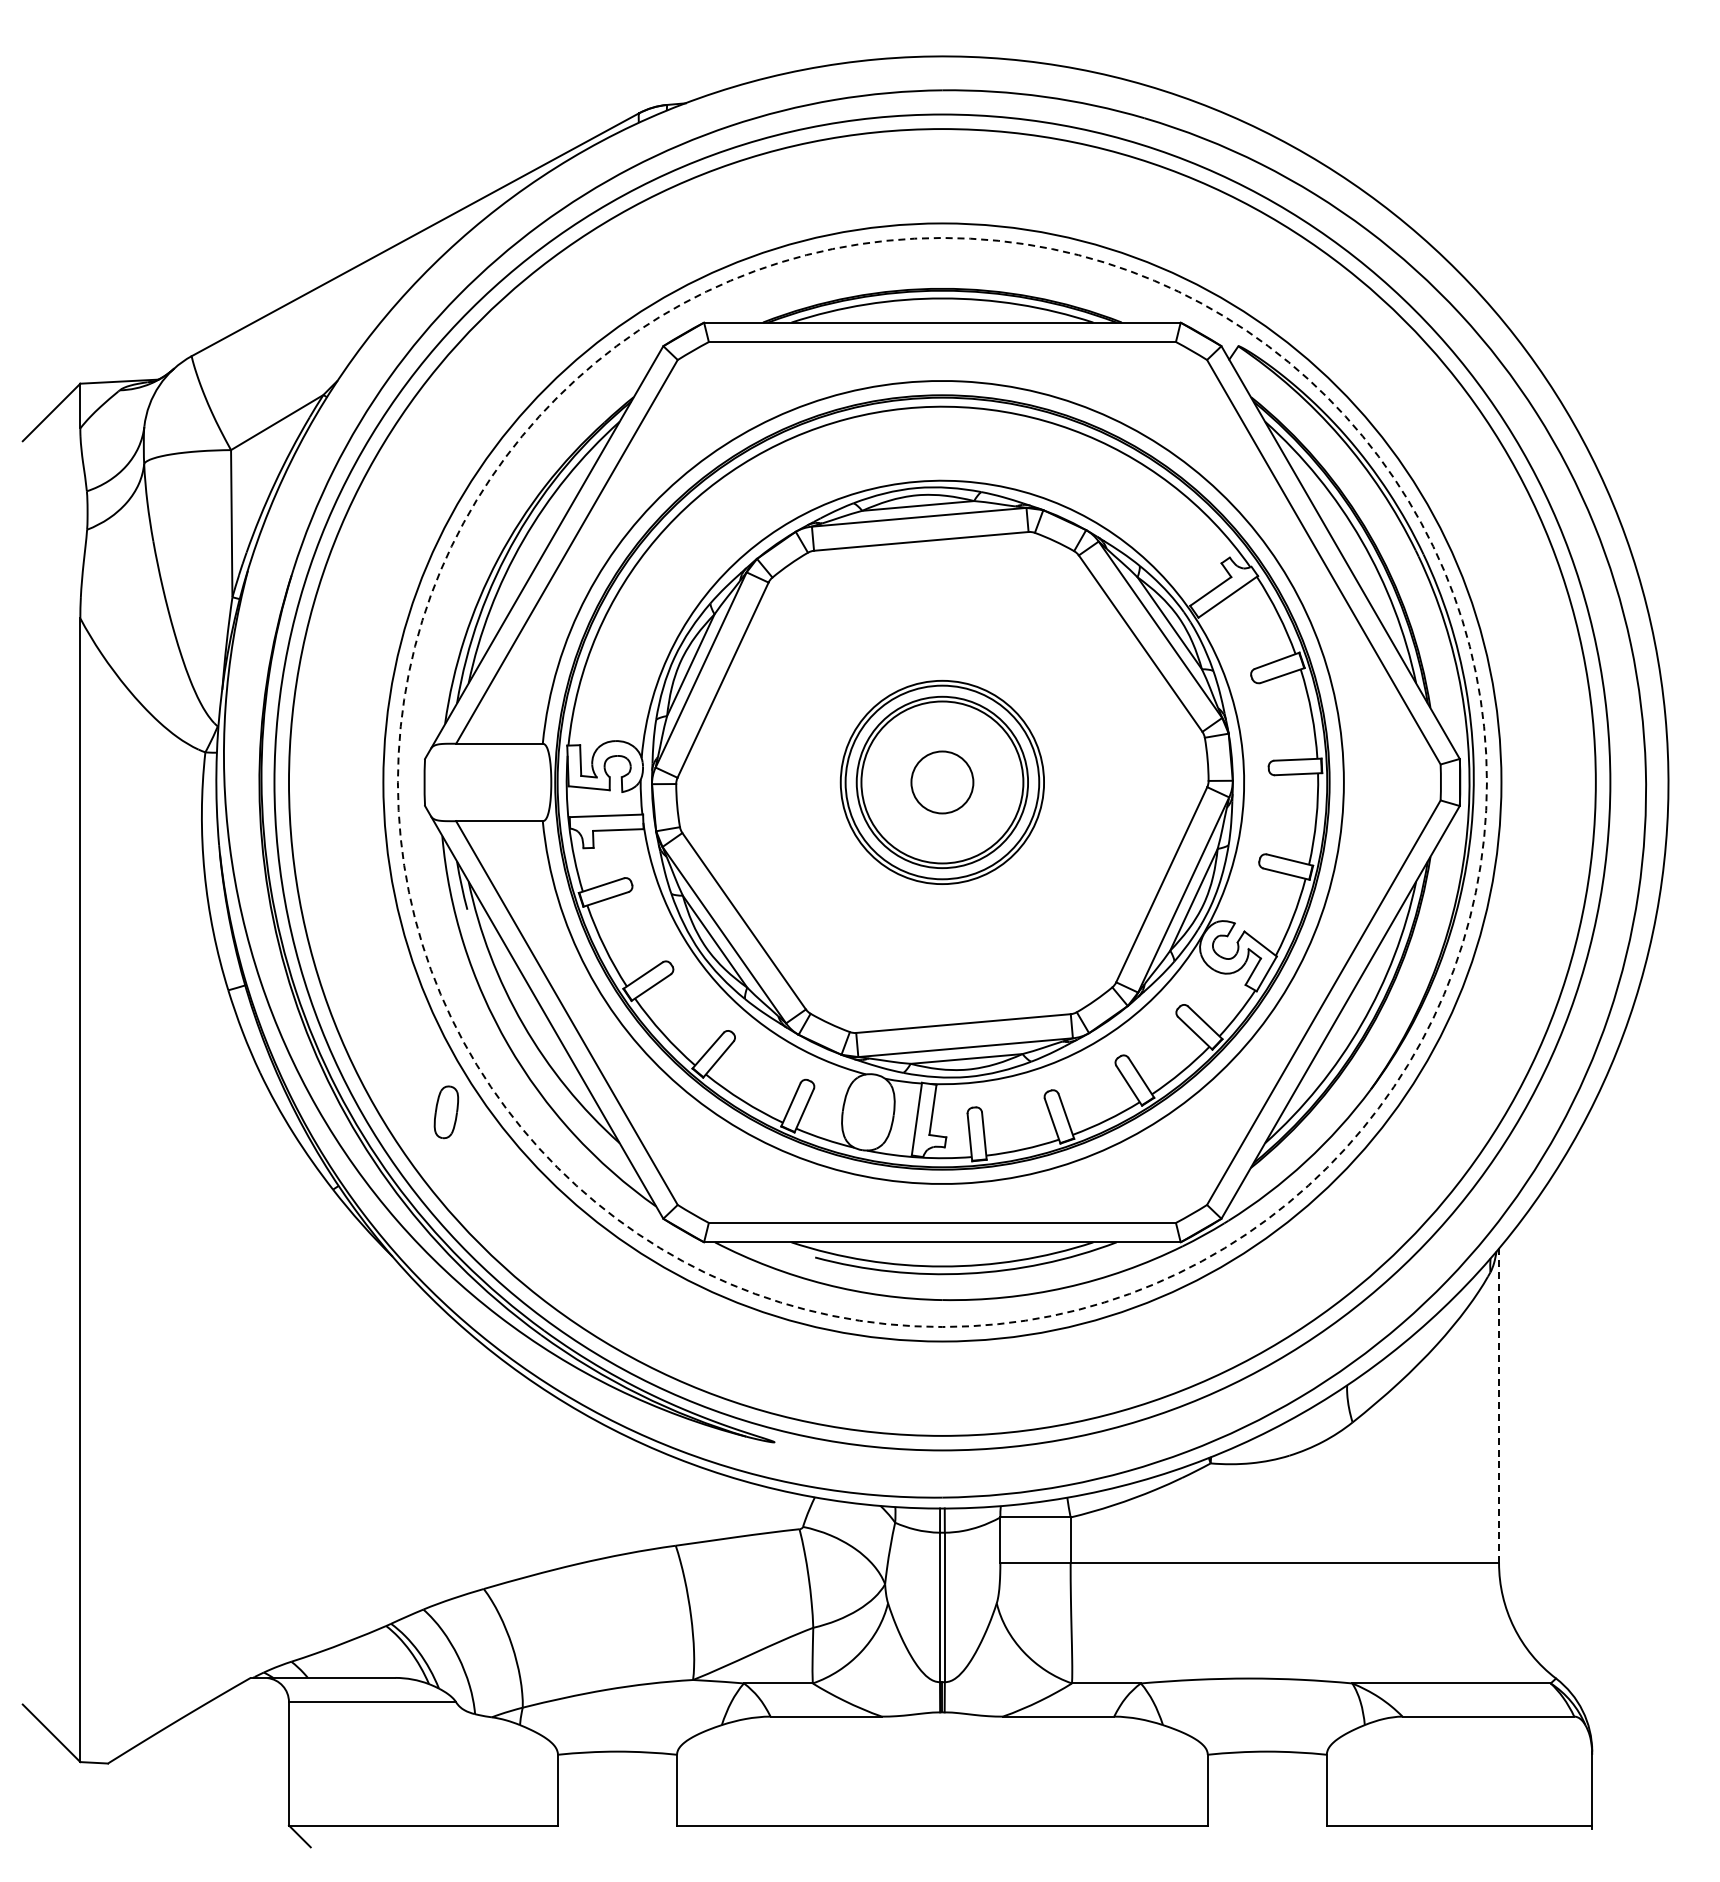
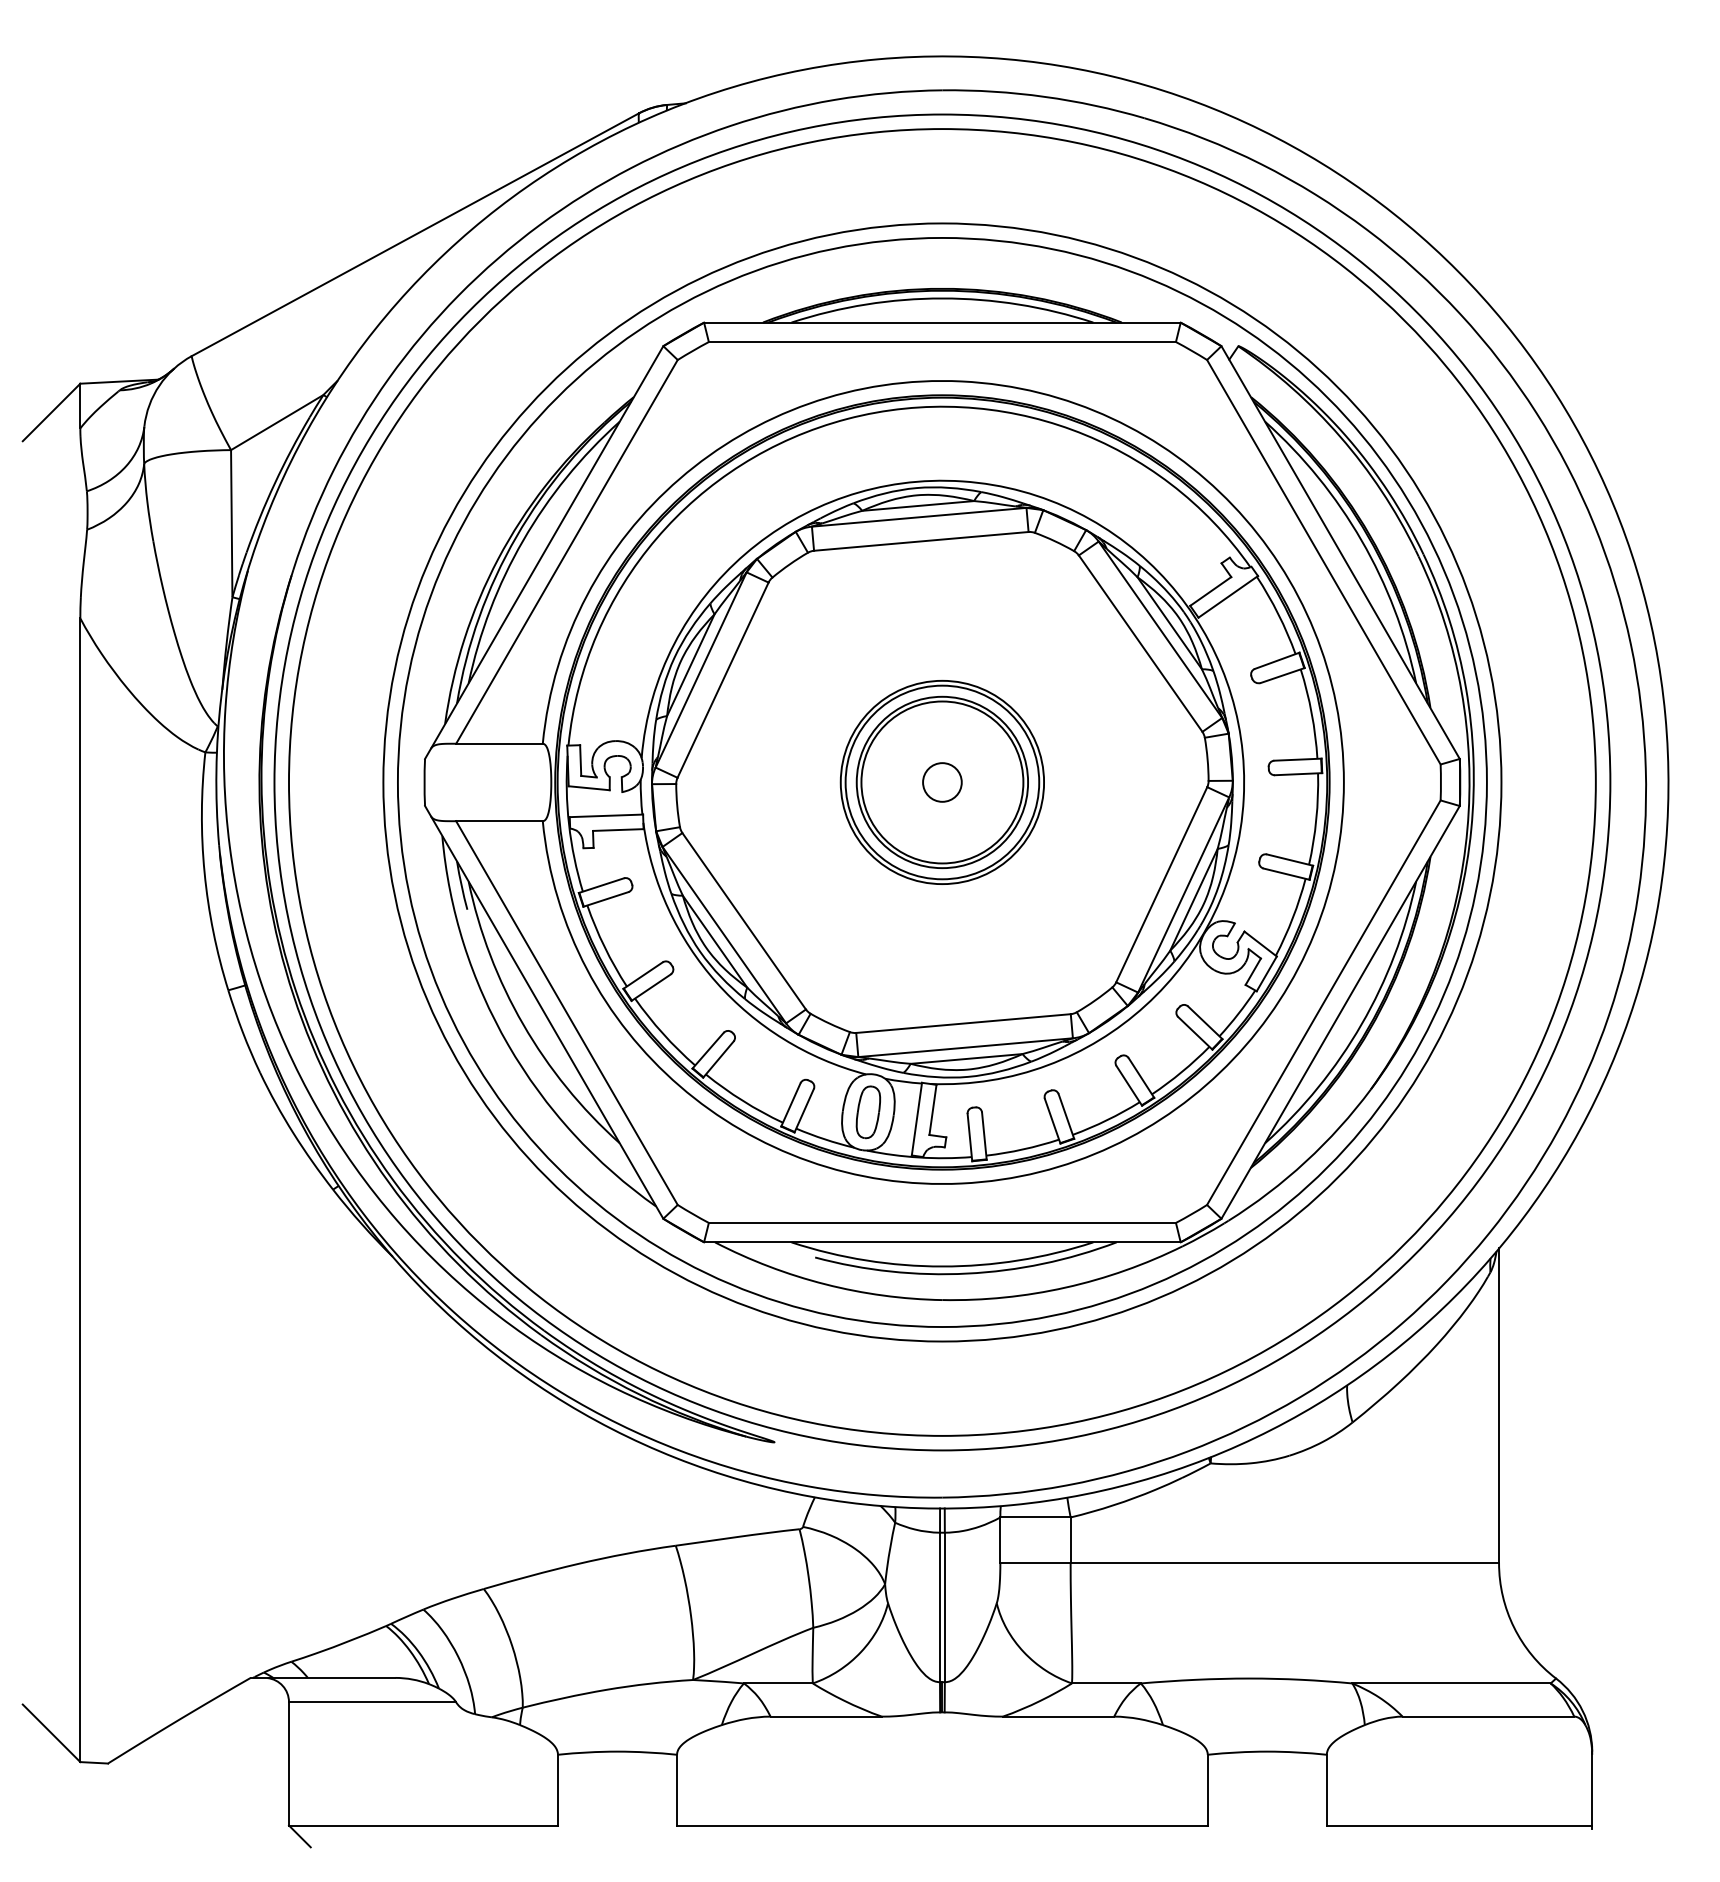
circle at (941, 782): dashed -> solid
circle at (942, 782) diameter: 62 px -> 39 px
part at (446, 1112) position: (446, 1112) -> (868, 1112)
line at (1499, 1405): dashed -> solid
